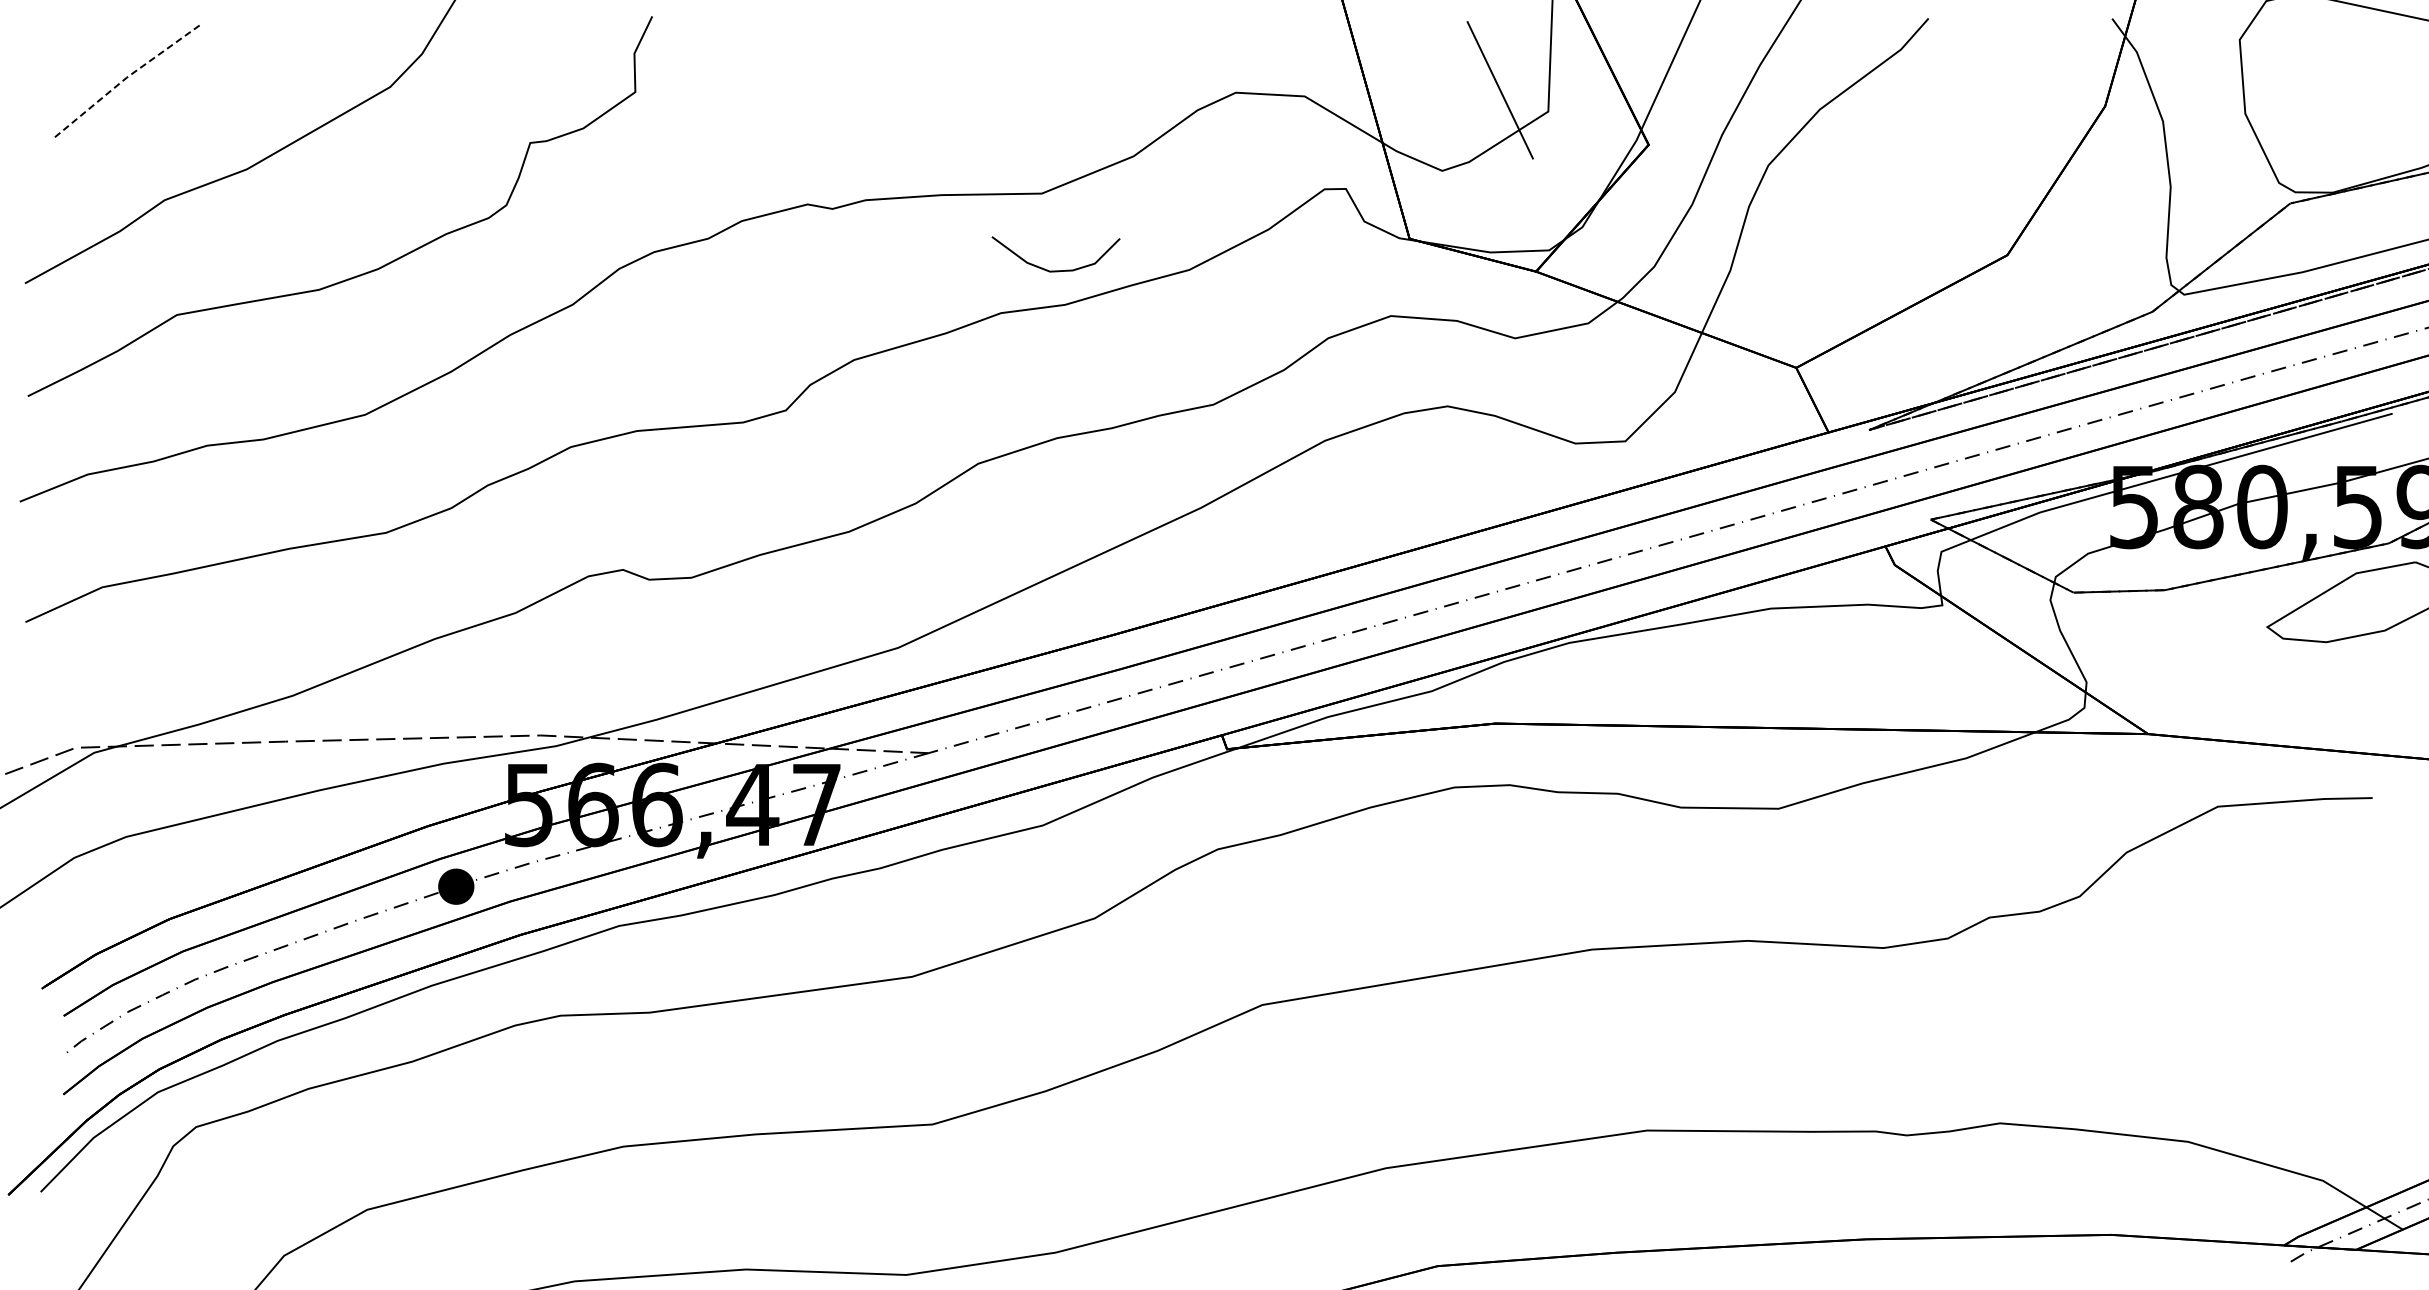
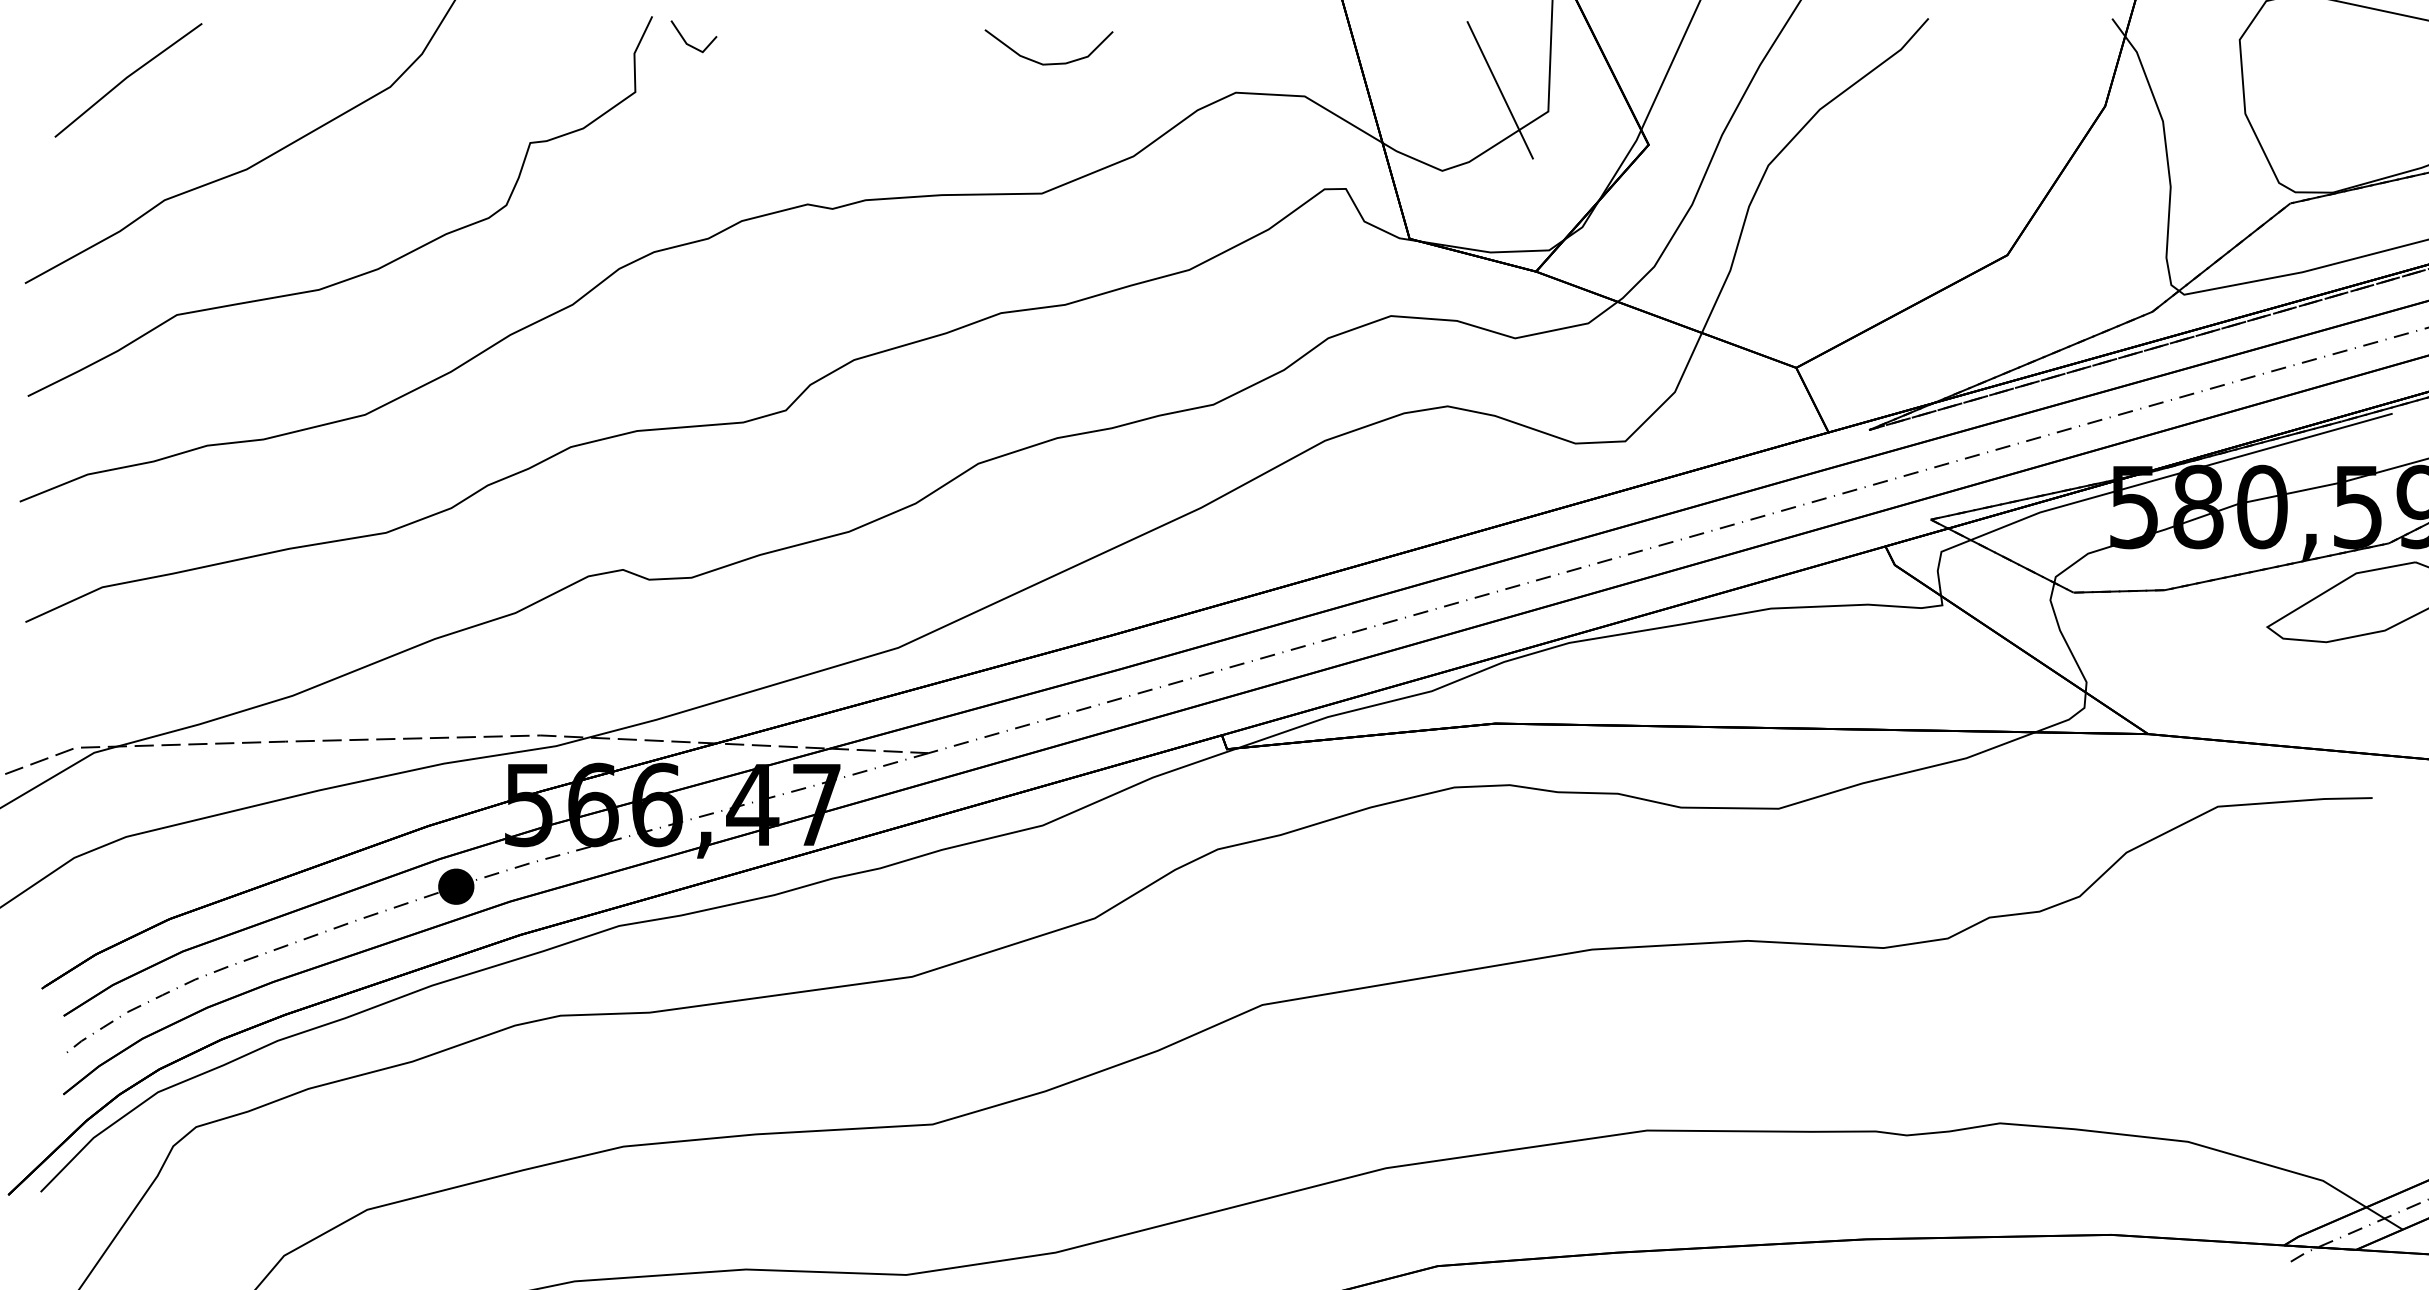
line at (690, 44): none -> present
line at (126, 77): dashed -> solid
curve at (1055, 270) position: (1055, 270) -> (1048, 63)
